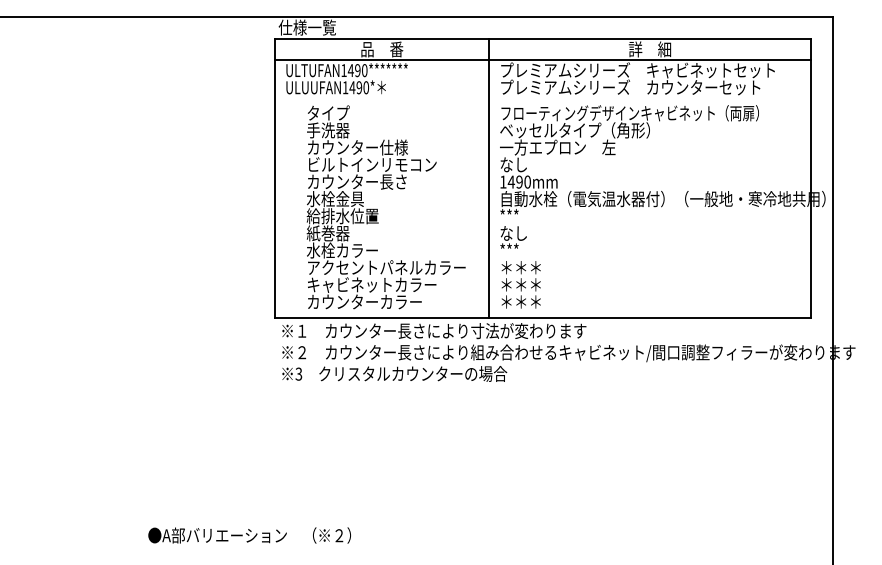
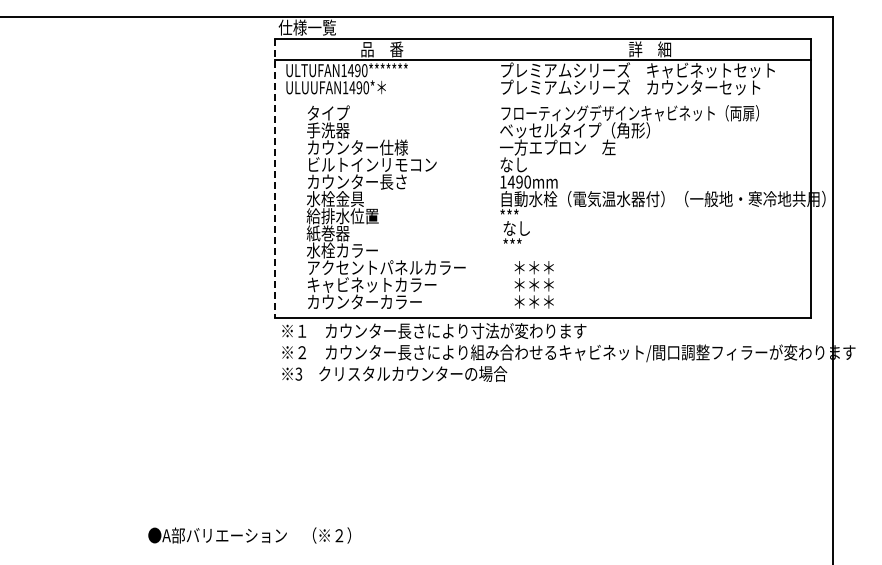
line at (489, 177): present -> none
line at (274, 178): solid -> dashed
text at (513, 237) position: (513, 237) -> (516, 232)
text at (520, 284) position: (520, 284) -> (533, 284)
